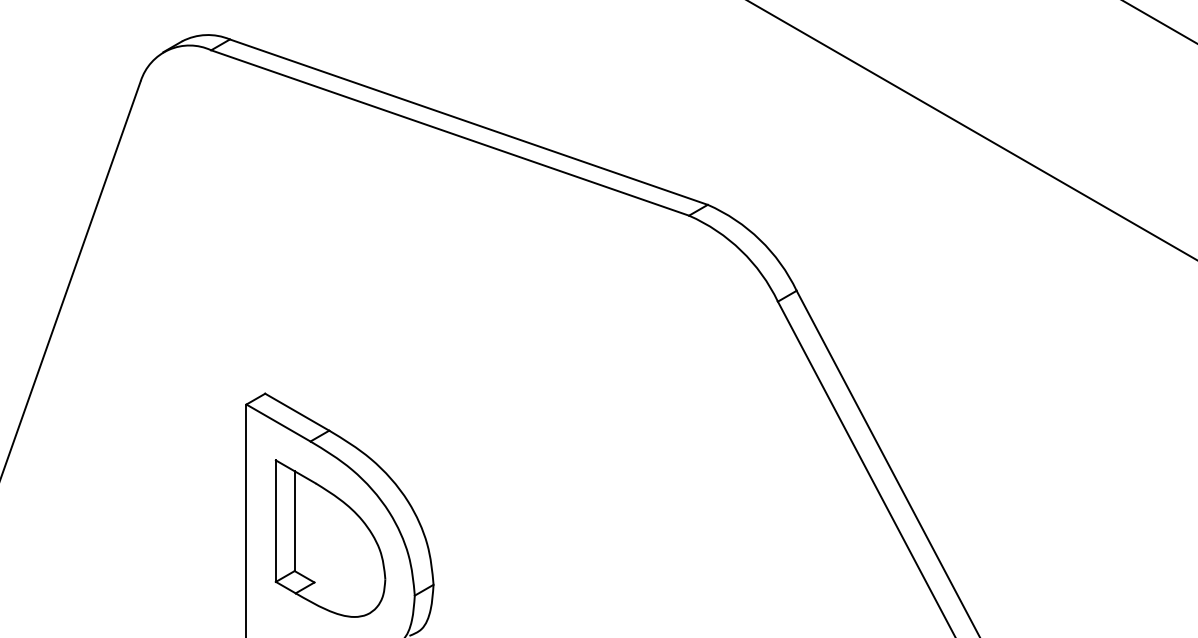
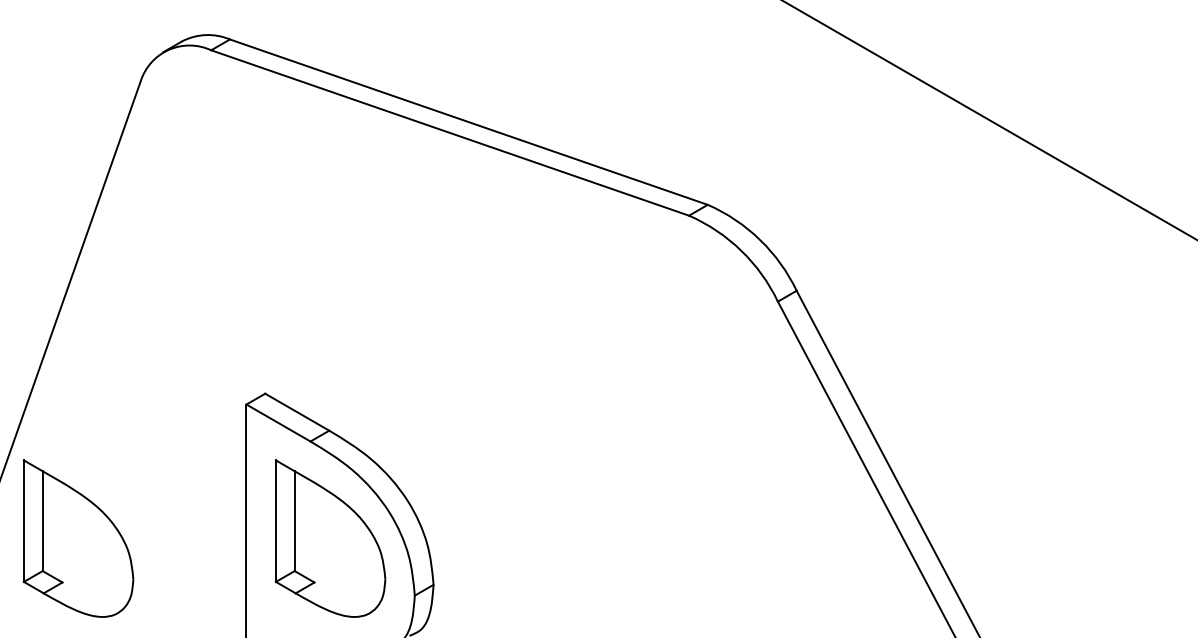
line at (1159, 22): present -> none
line at (972, 130) position: (972, 130) -> (989, 120)
part at (78, 538): none -> present
